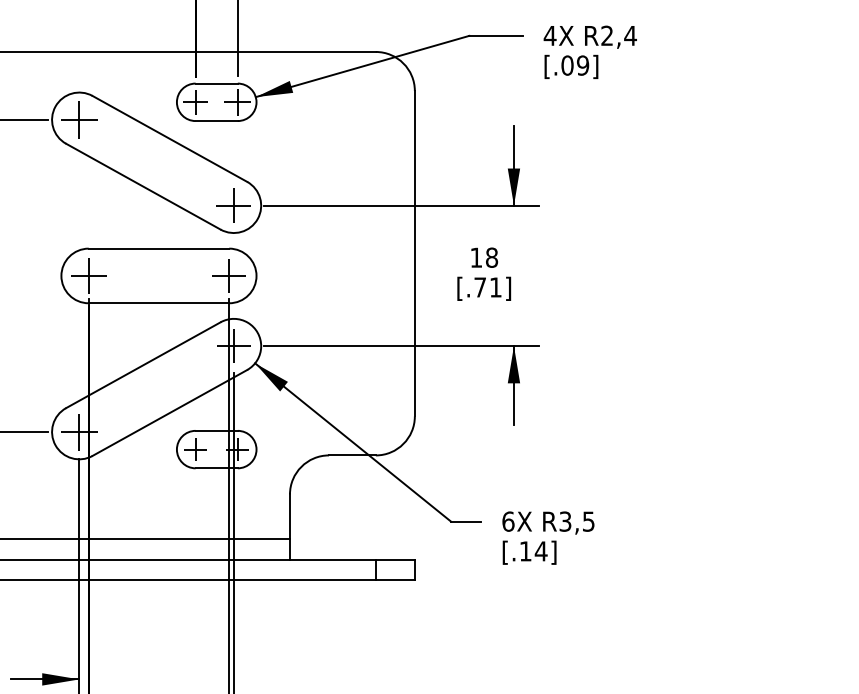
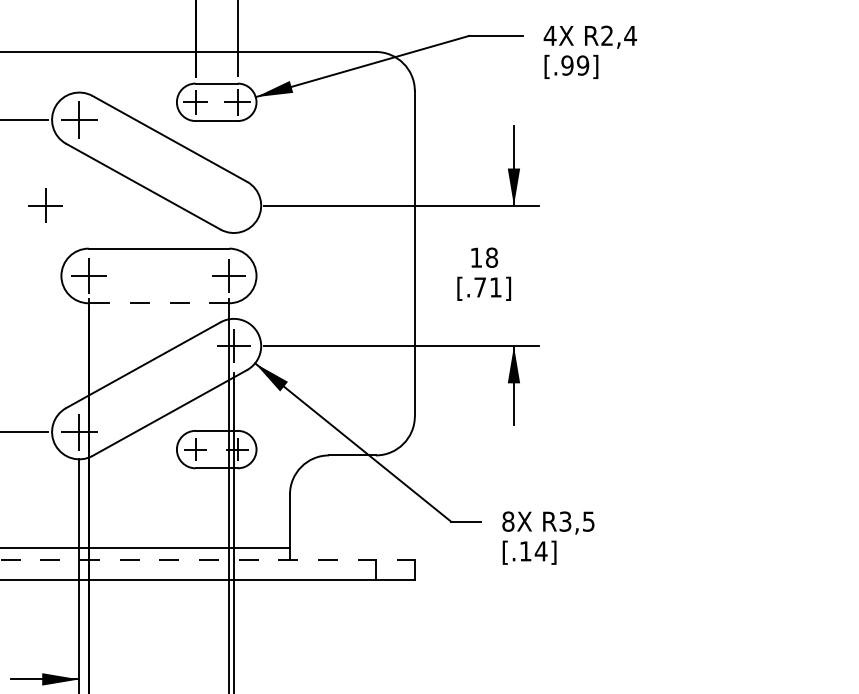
text at (567, 65): [.09] -> [.99]
part at (233, 205) position: (233, 205) -> (45, 205)
line at (158, 303): solid -> dashed
text at (508, 521): 6X -> 8X
line at (146, 538) position: (146, 538) -> (146, 547)
line at (207, 559): solid -> dashed
